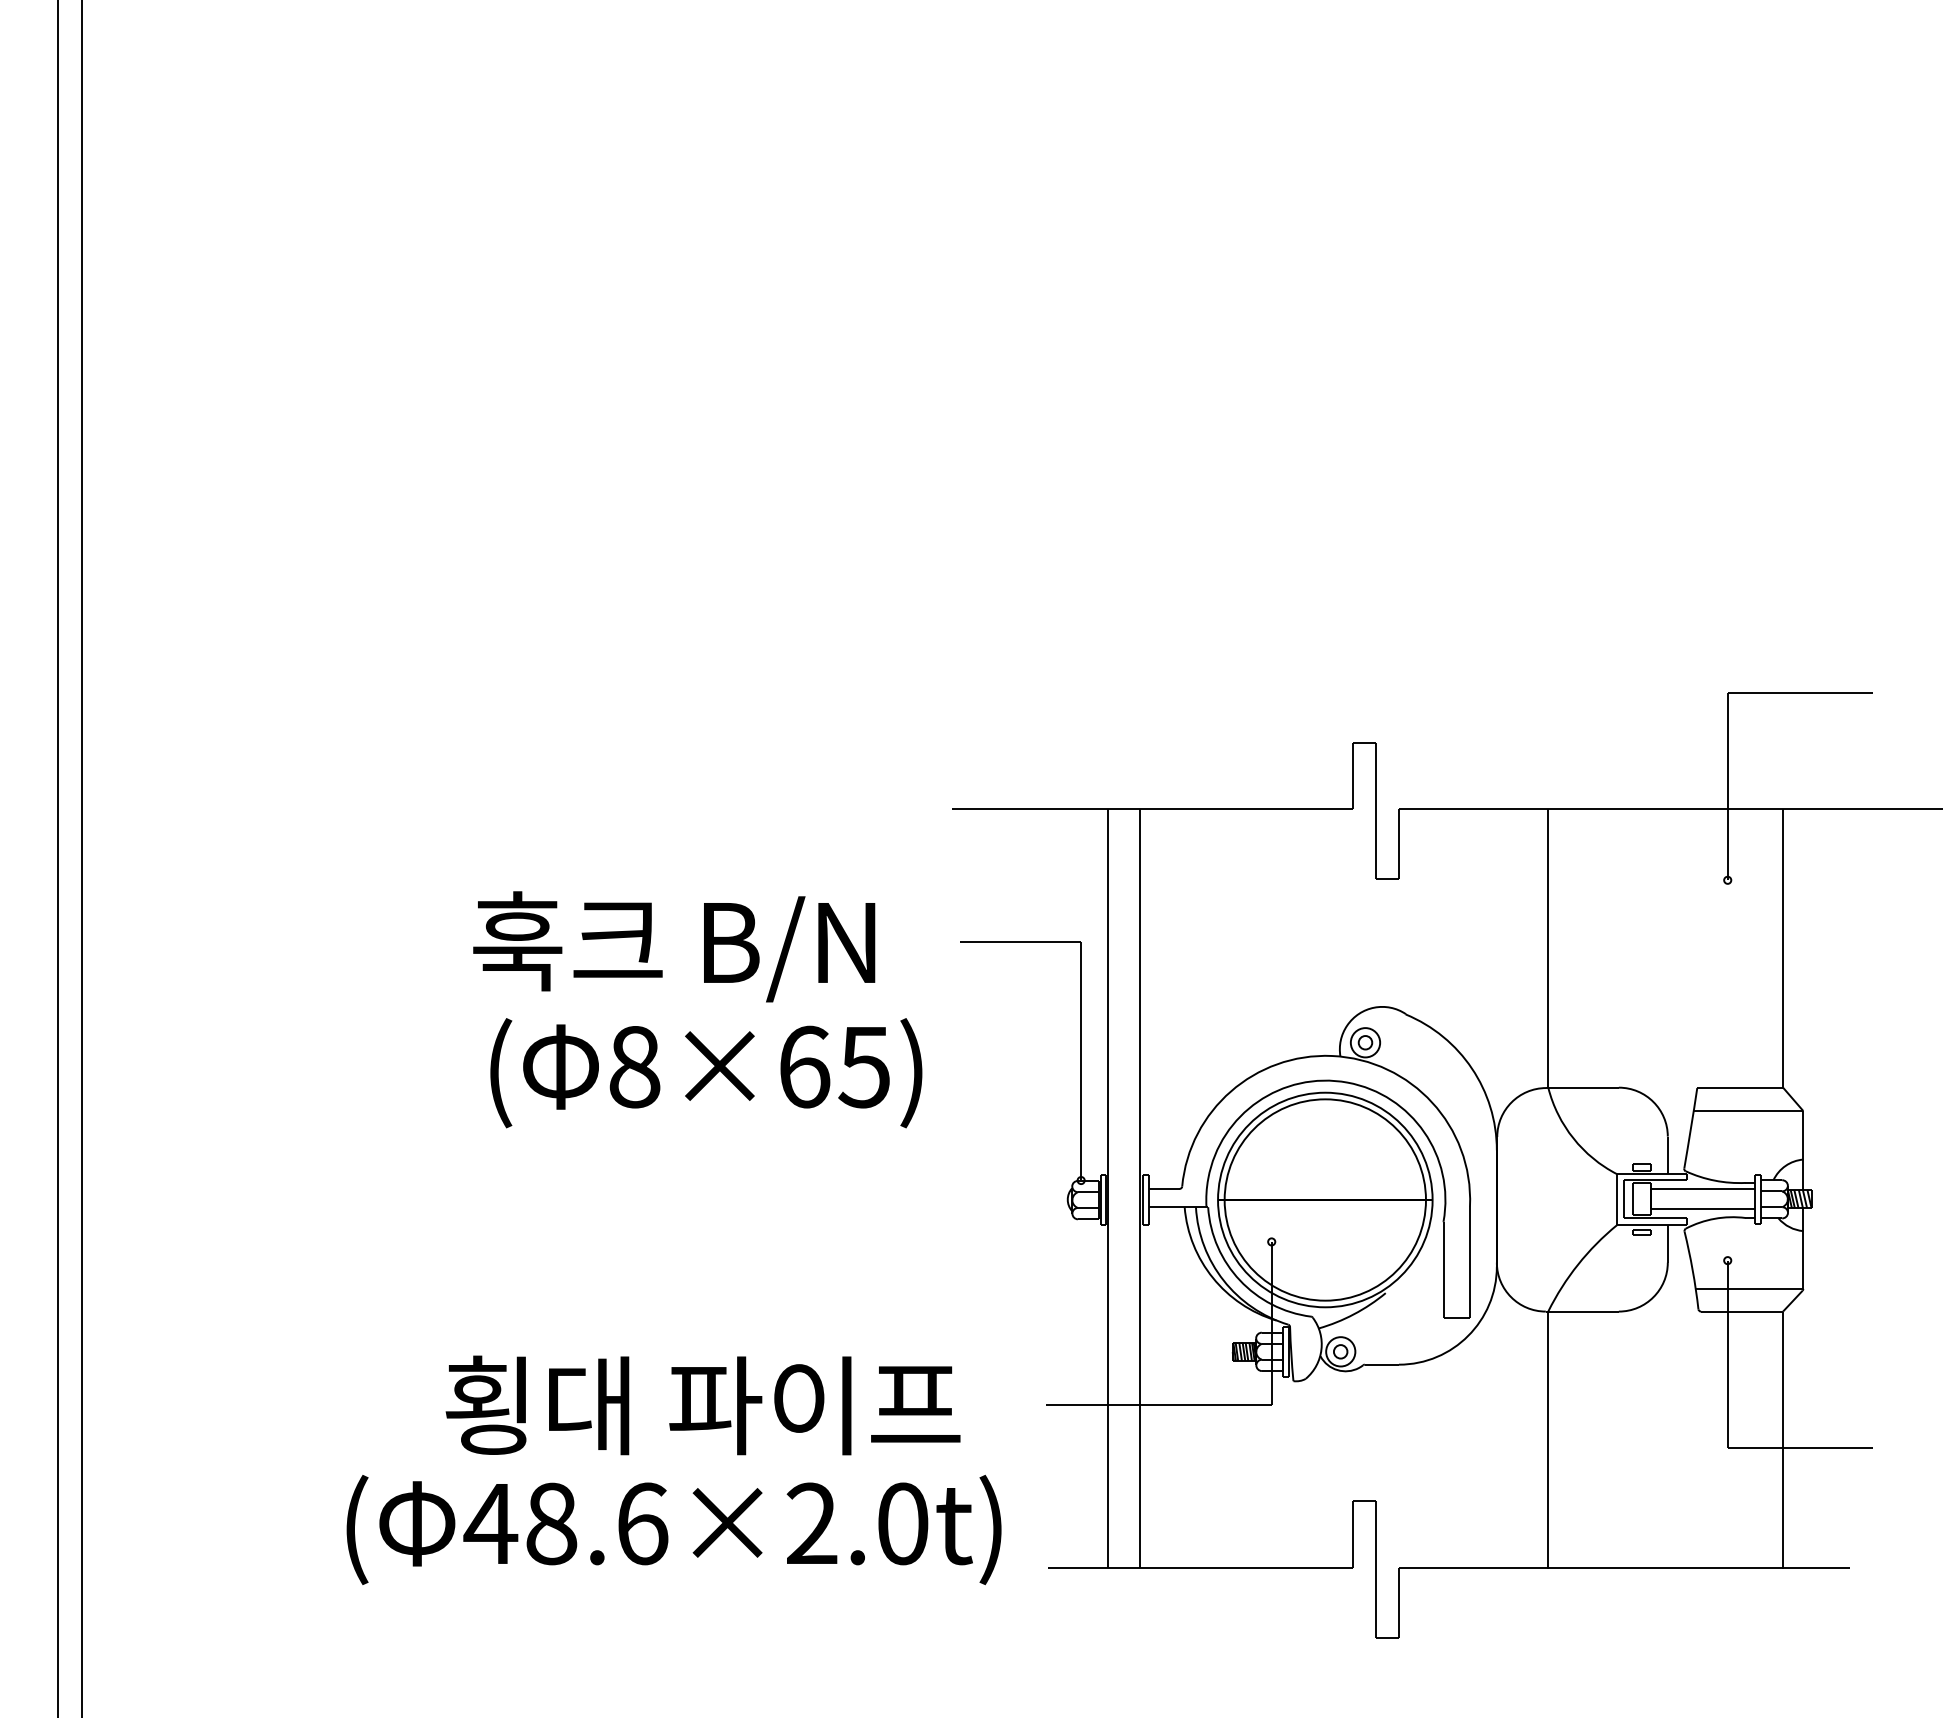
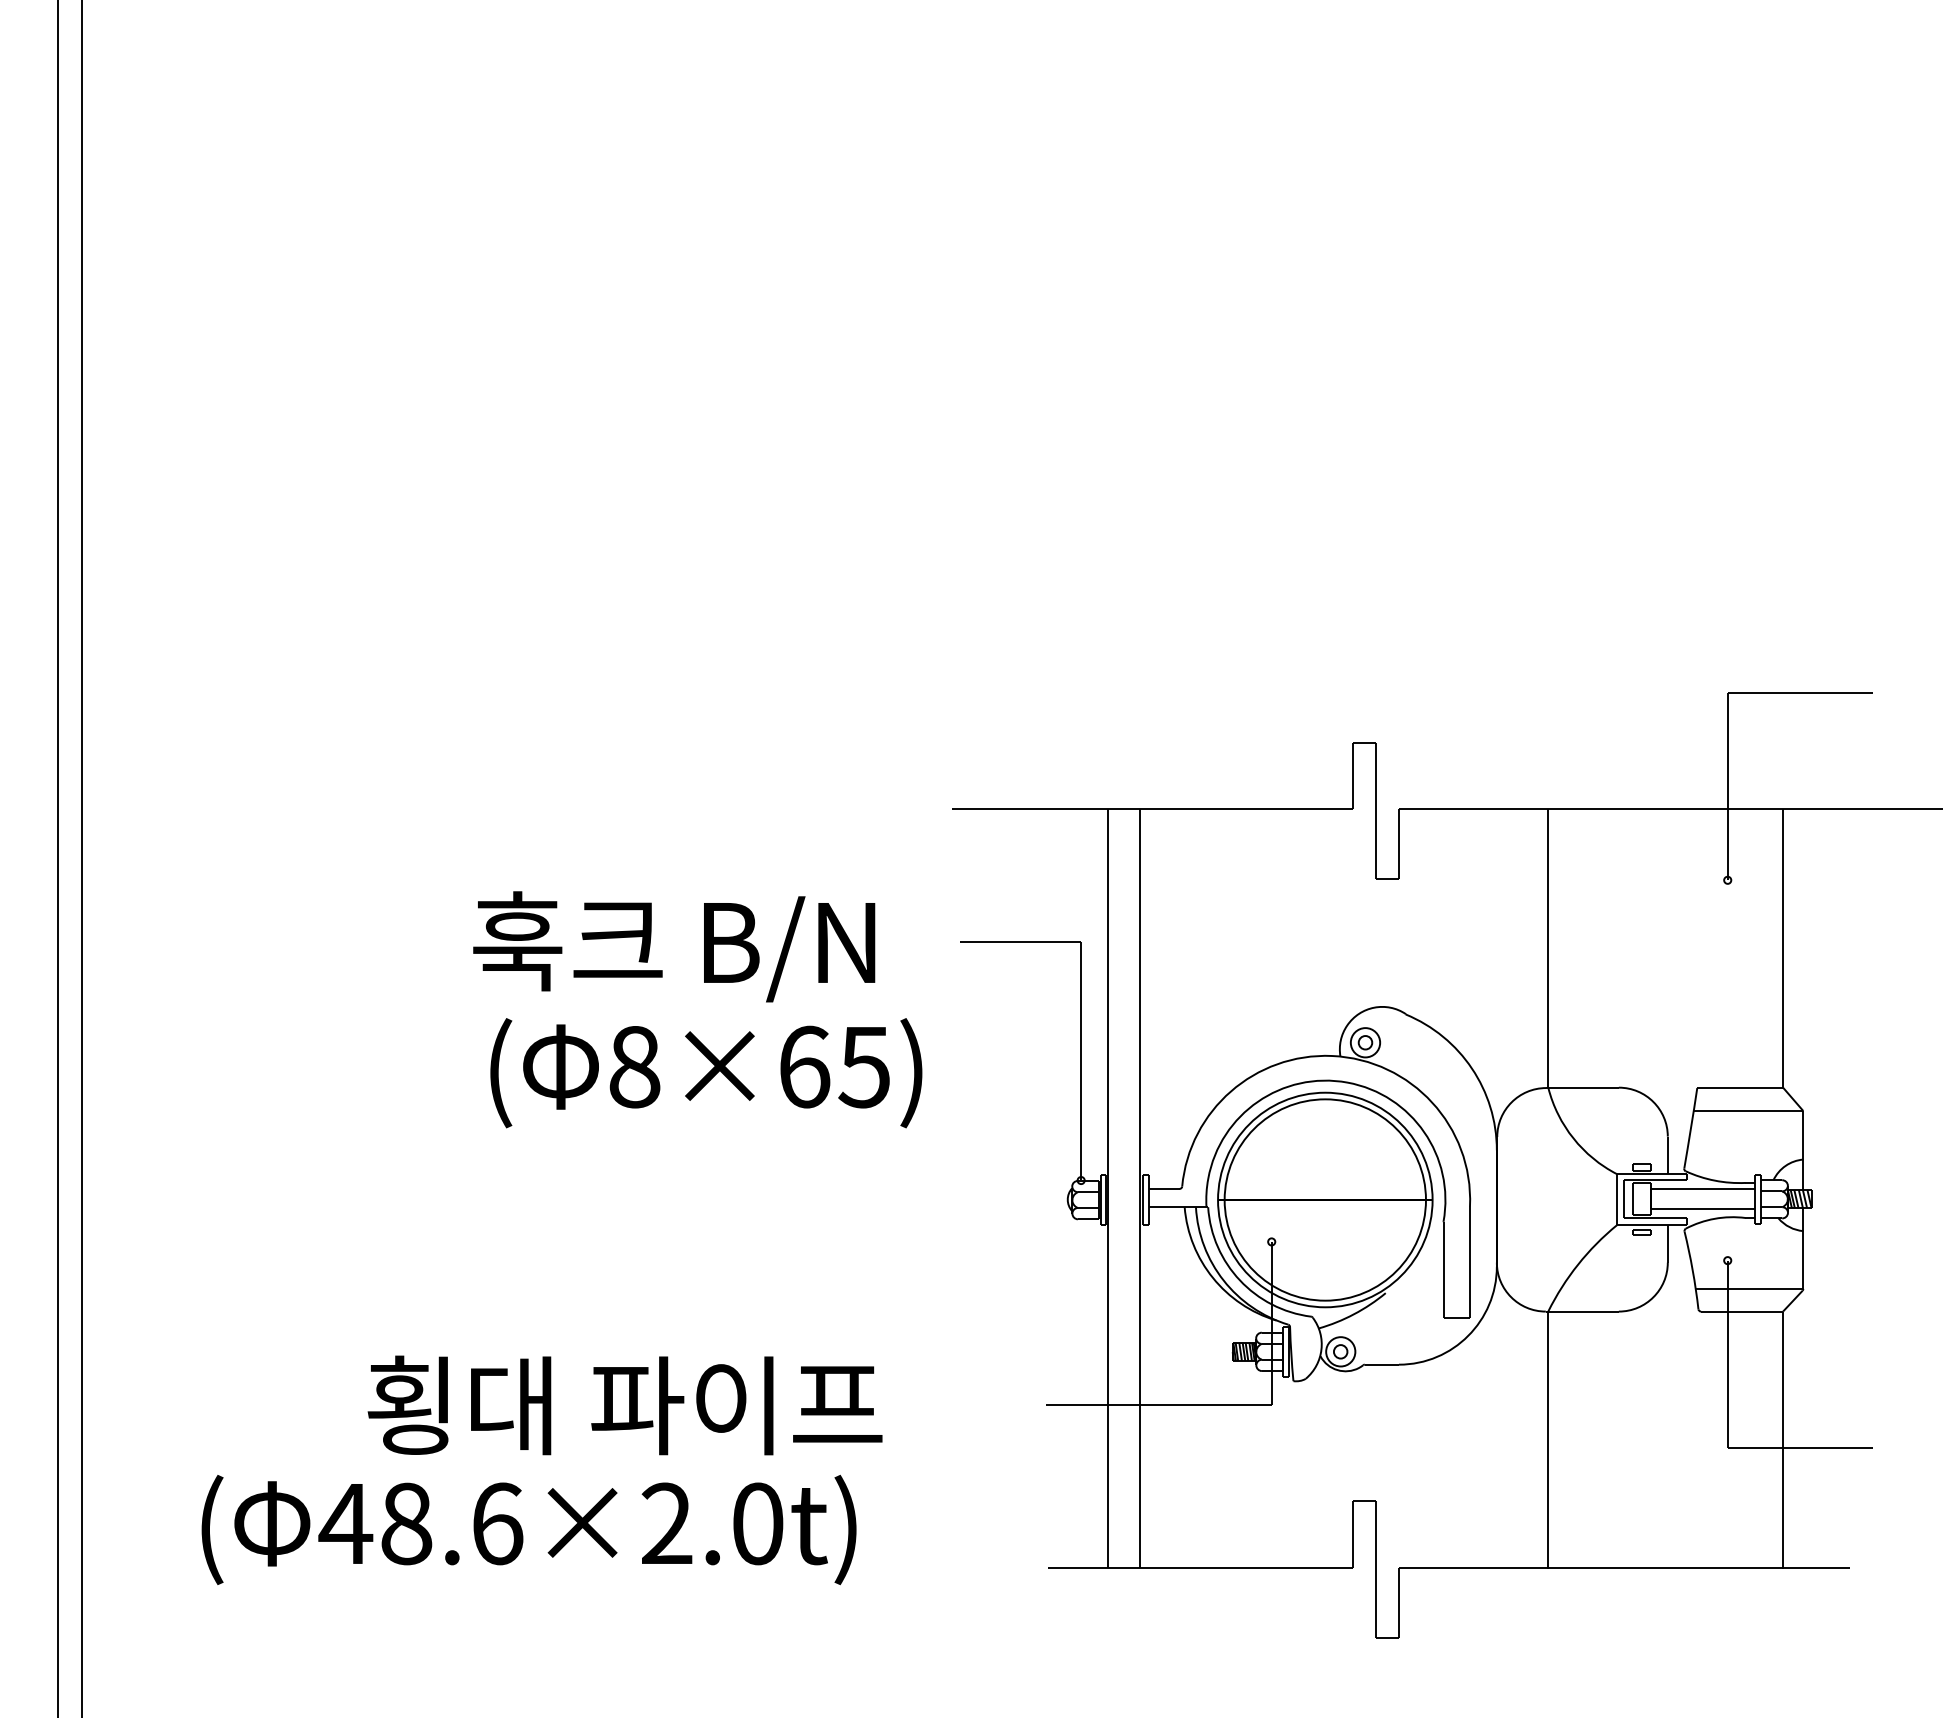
text at (702, 1405) position: (702, 1405) -> (624, 1405)
text at (673, 1529) position: (673, 1529) -> (528, 1529)
